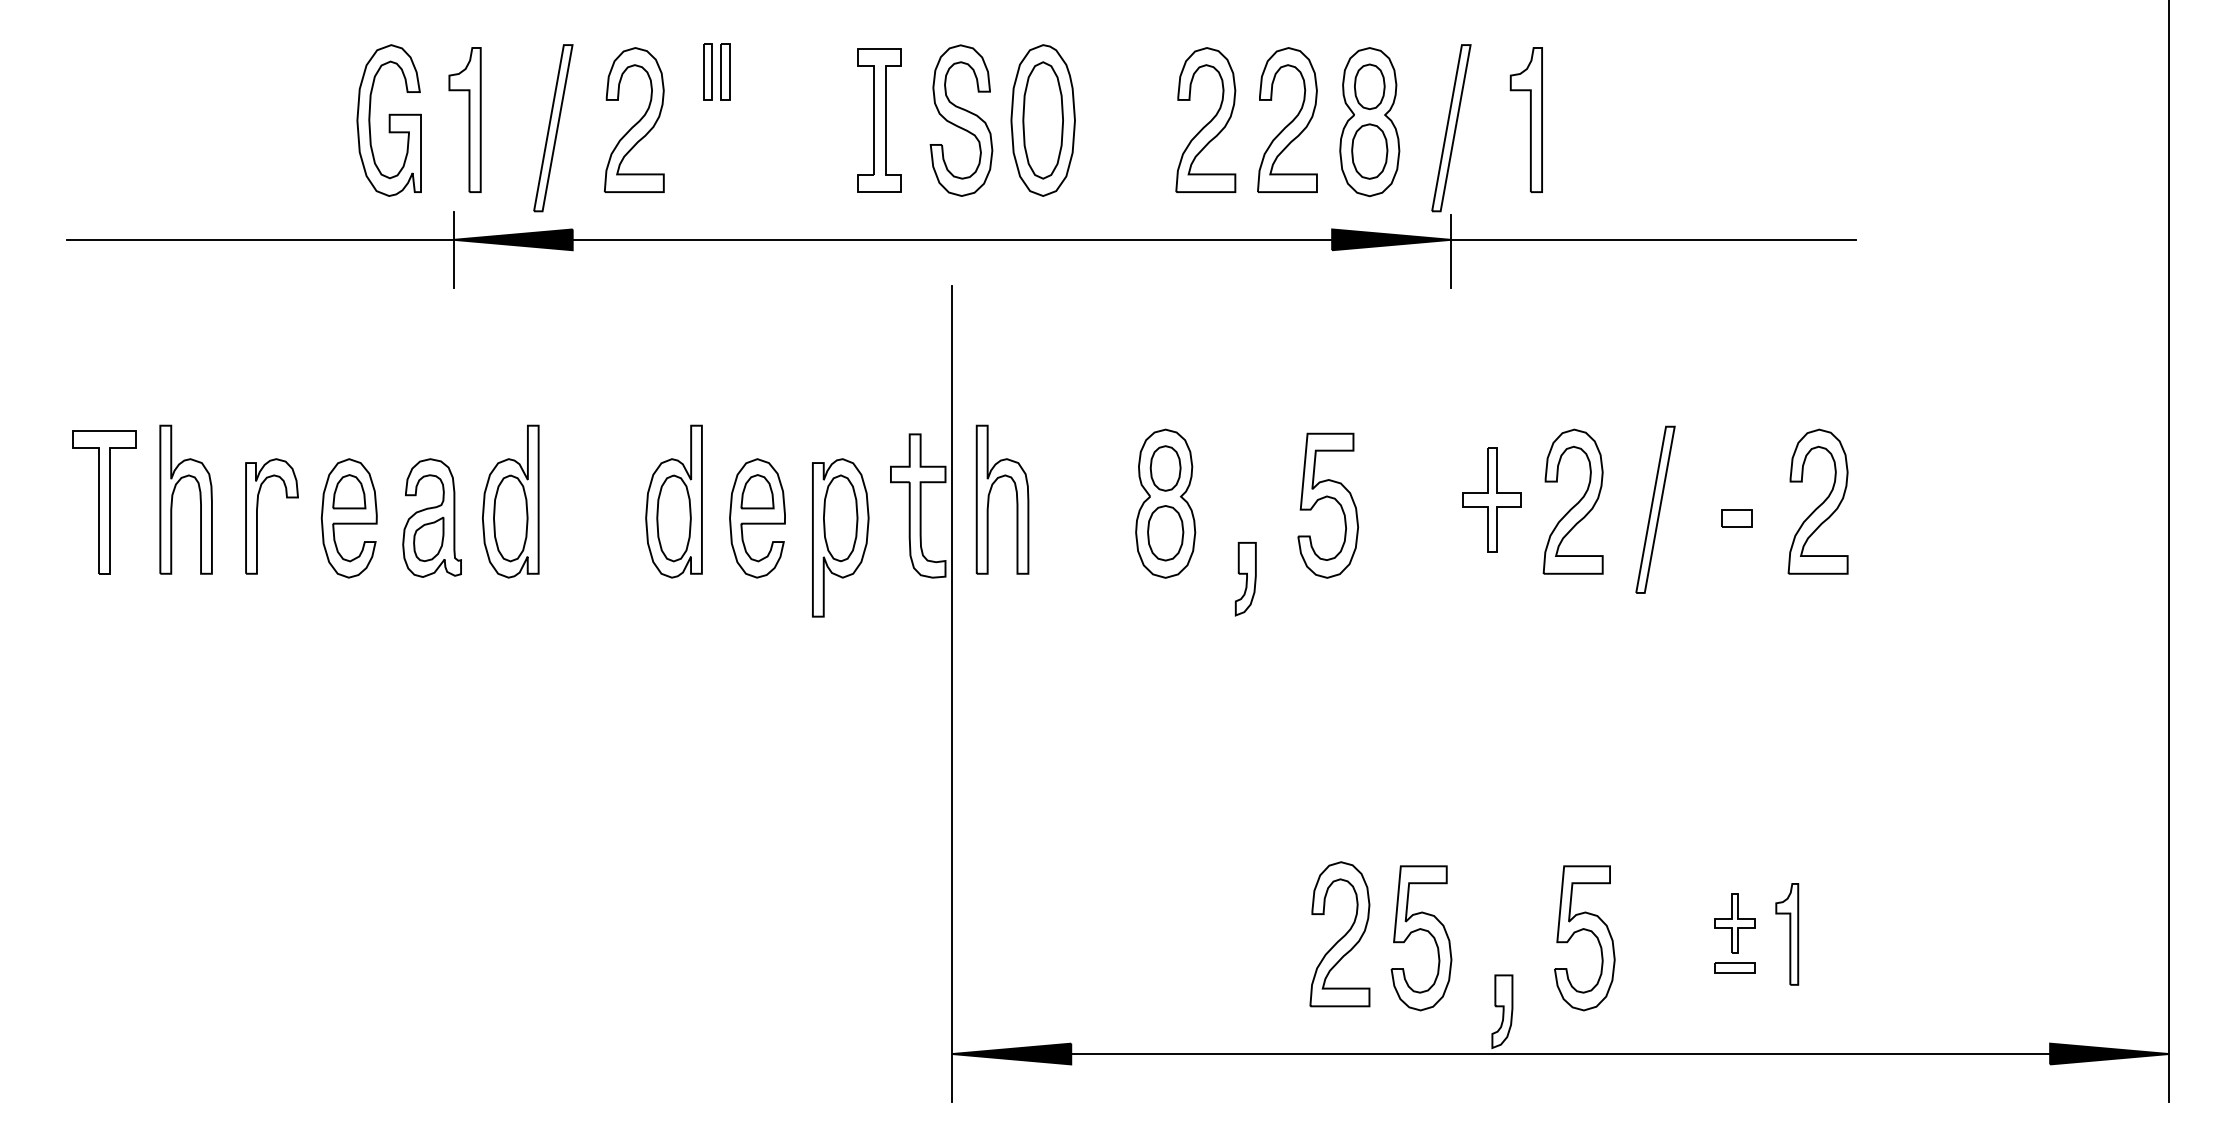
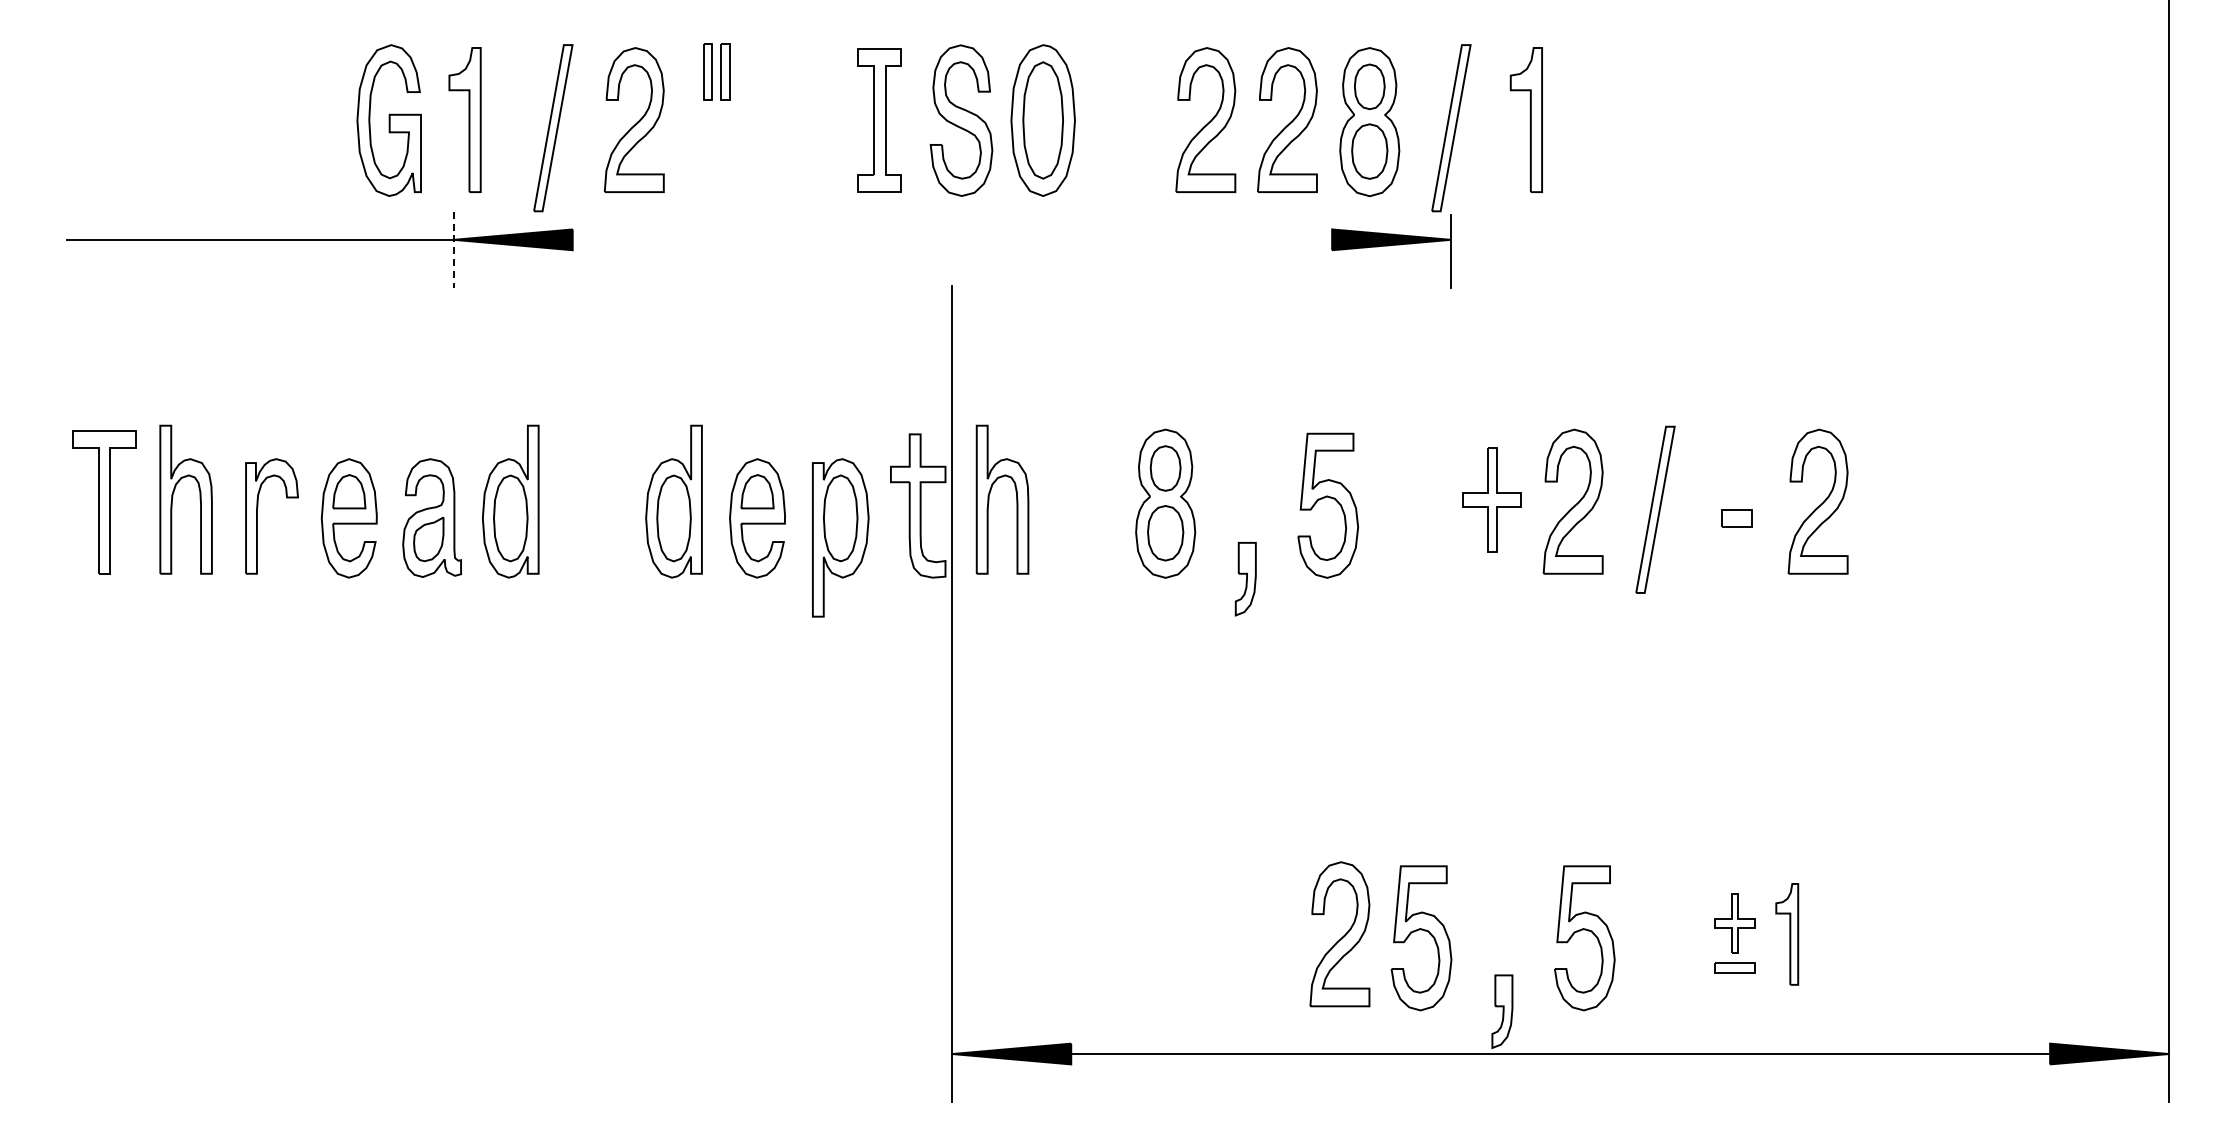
line at (952, 239): present -> none
line at (1653, 239): present -> none
line at (453, 249): solid -> dashed
